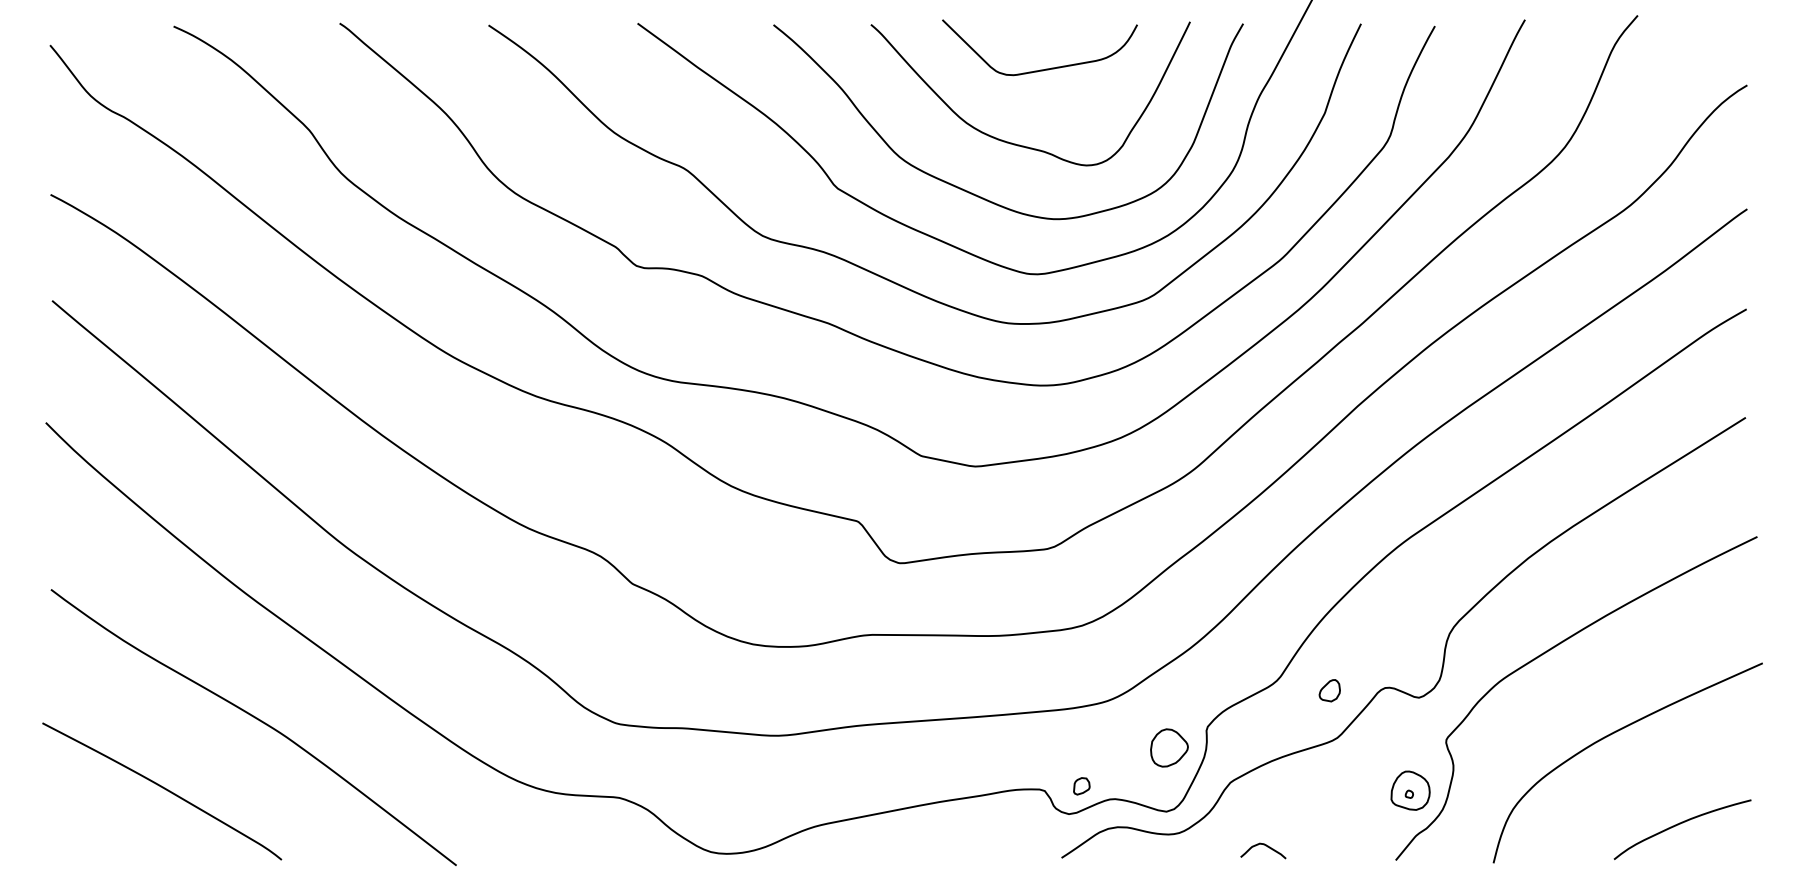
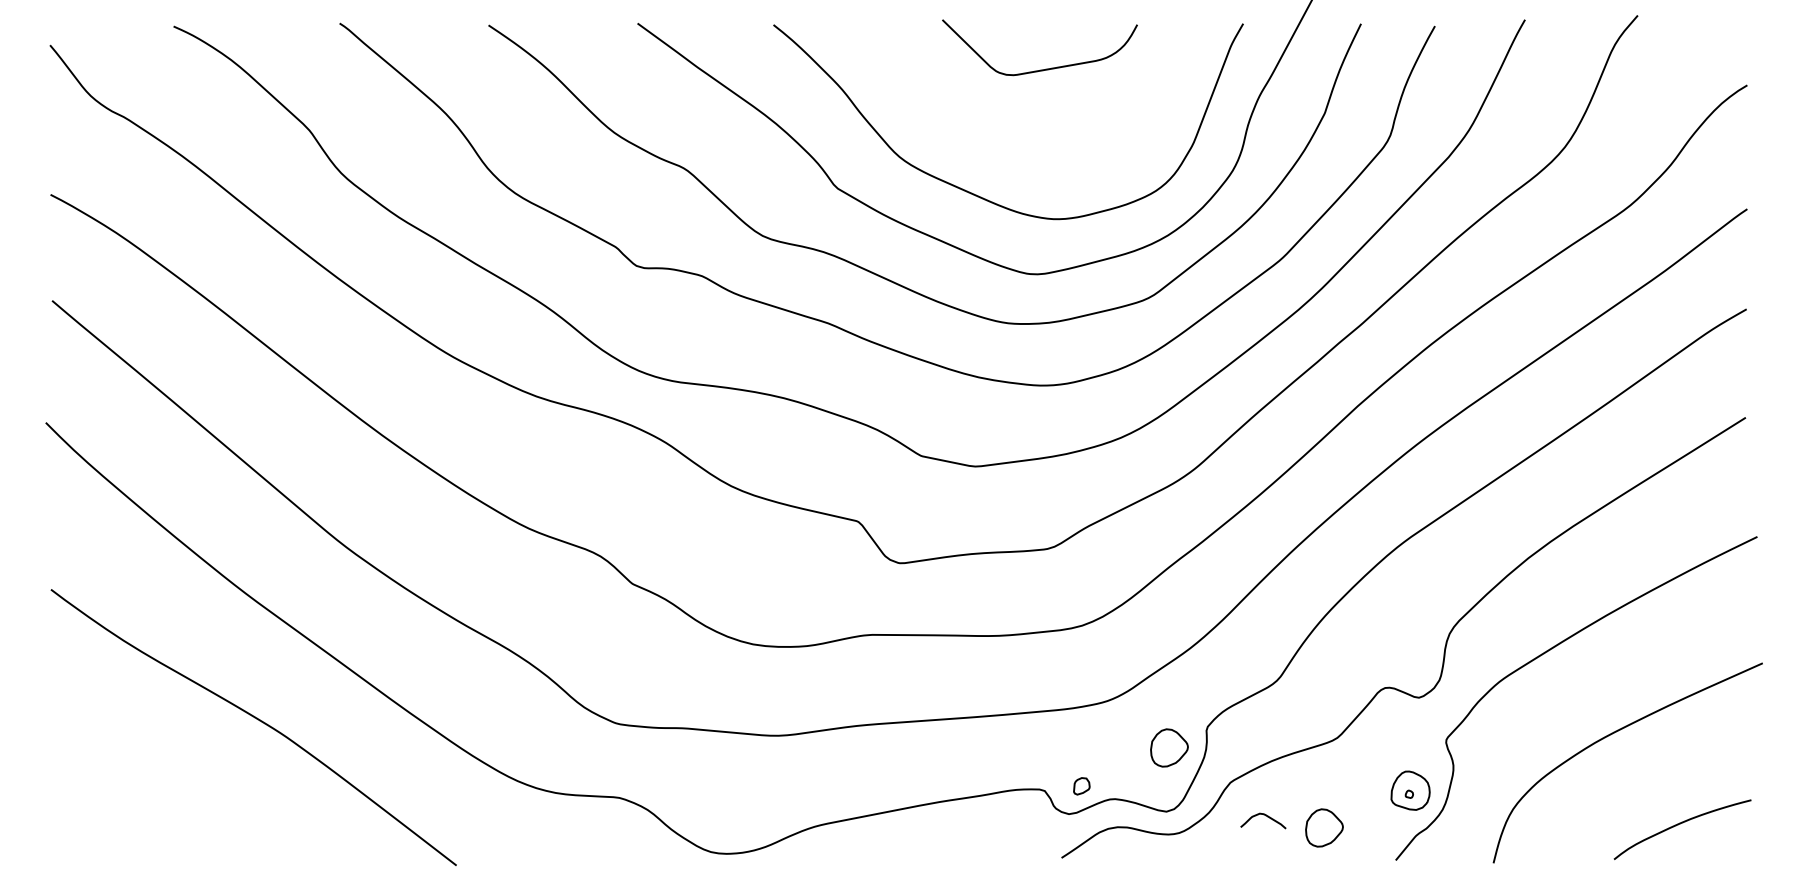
curve at (1019, 144): present -> none
part at (1329, 690): present -> none
curve at (164, 789): present -> none
part at (1324, 827): none -> present
curve at (1265, 846) position: (1265, 846) -> (1265, 816)
